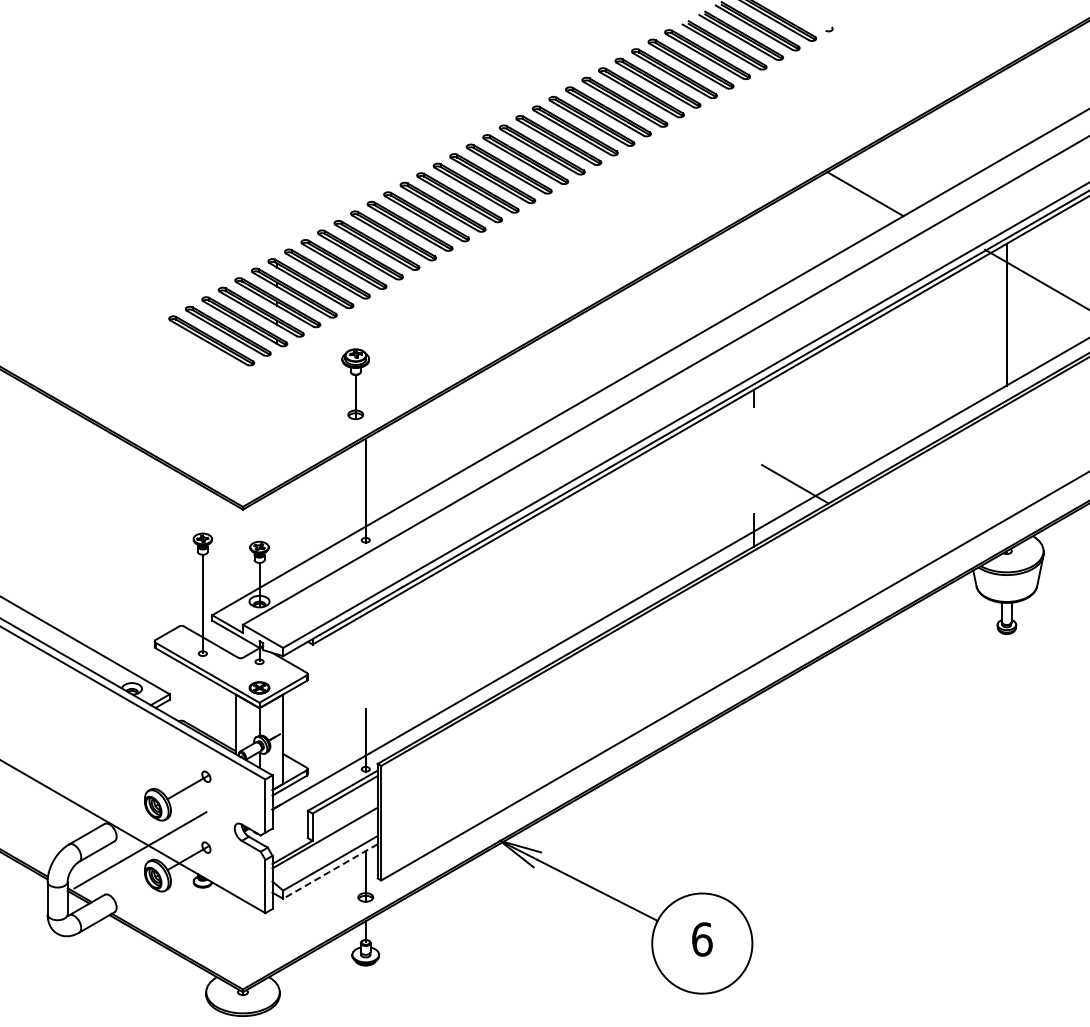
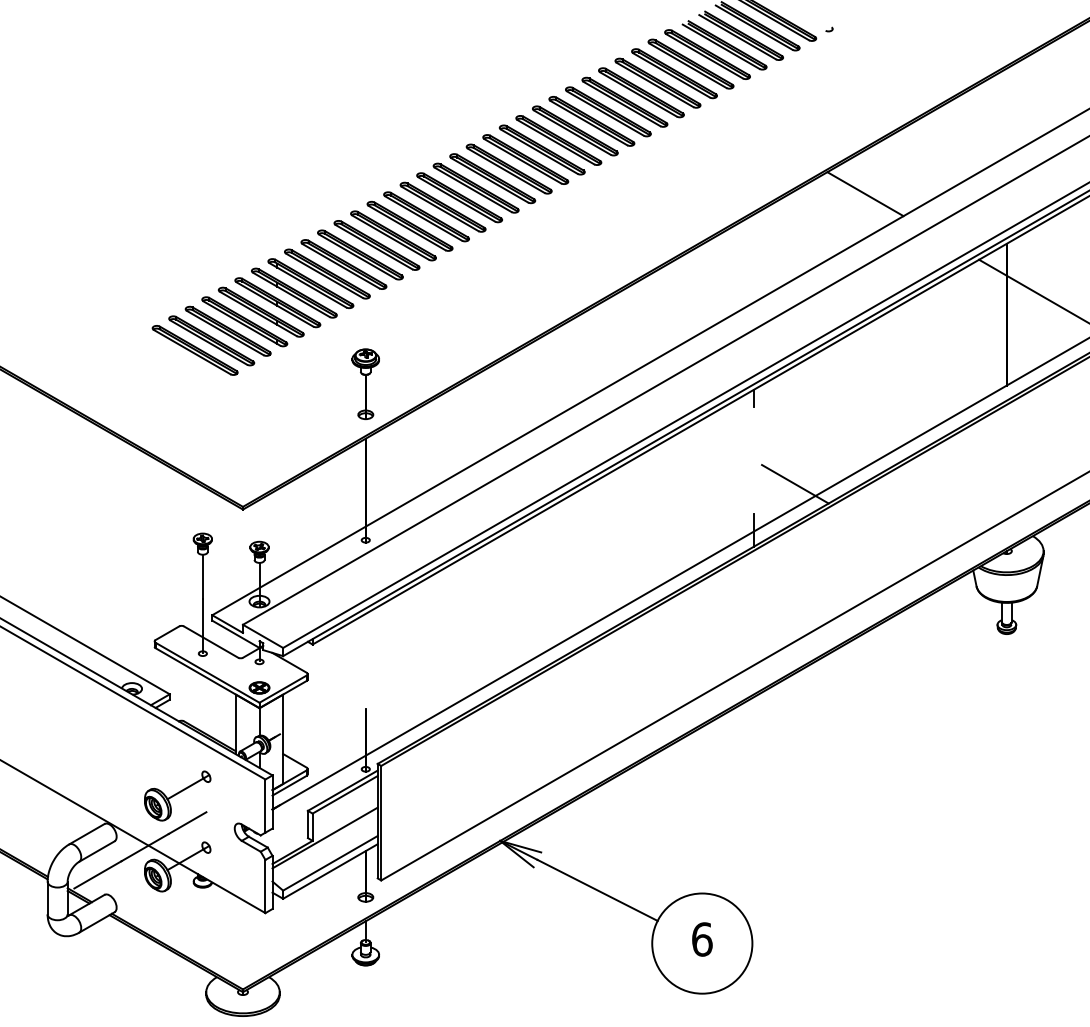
line at (1035, 278) position: (1035, 278) -> (1032, 290)
part at (194, 350): none -> present
part at (355, 384) position: (355, 384) -> (365, 384)
line at (330, 871): dashed -> solid
